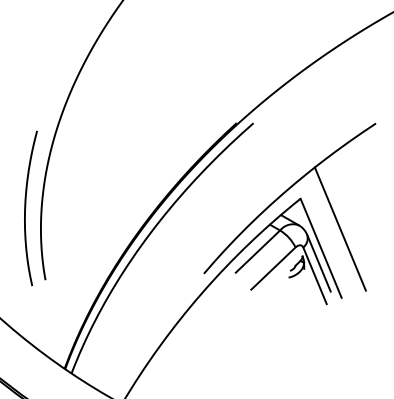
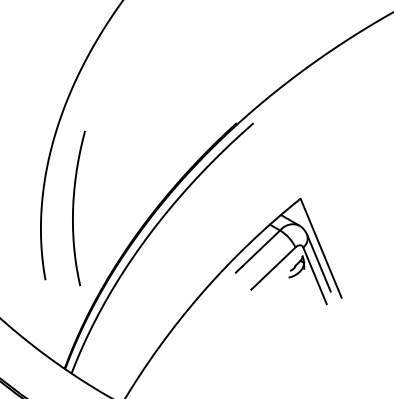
part at (280, 197): present -> none
curve at (26, 207) position: (26, 207) -> (74, 207)
